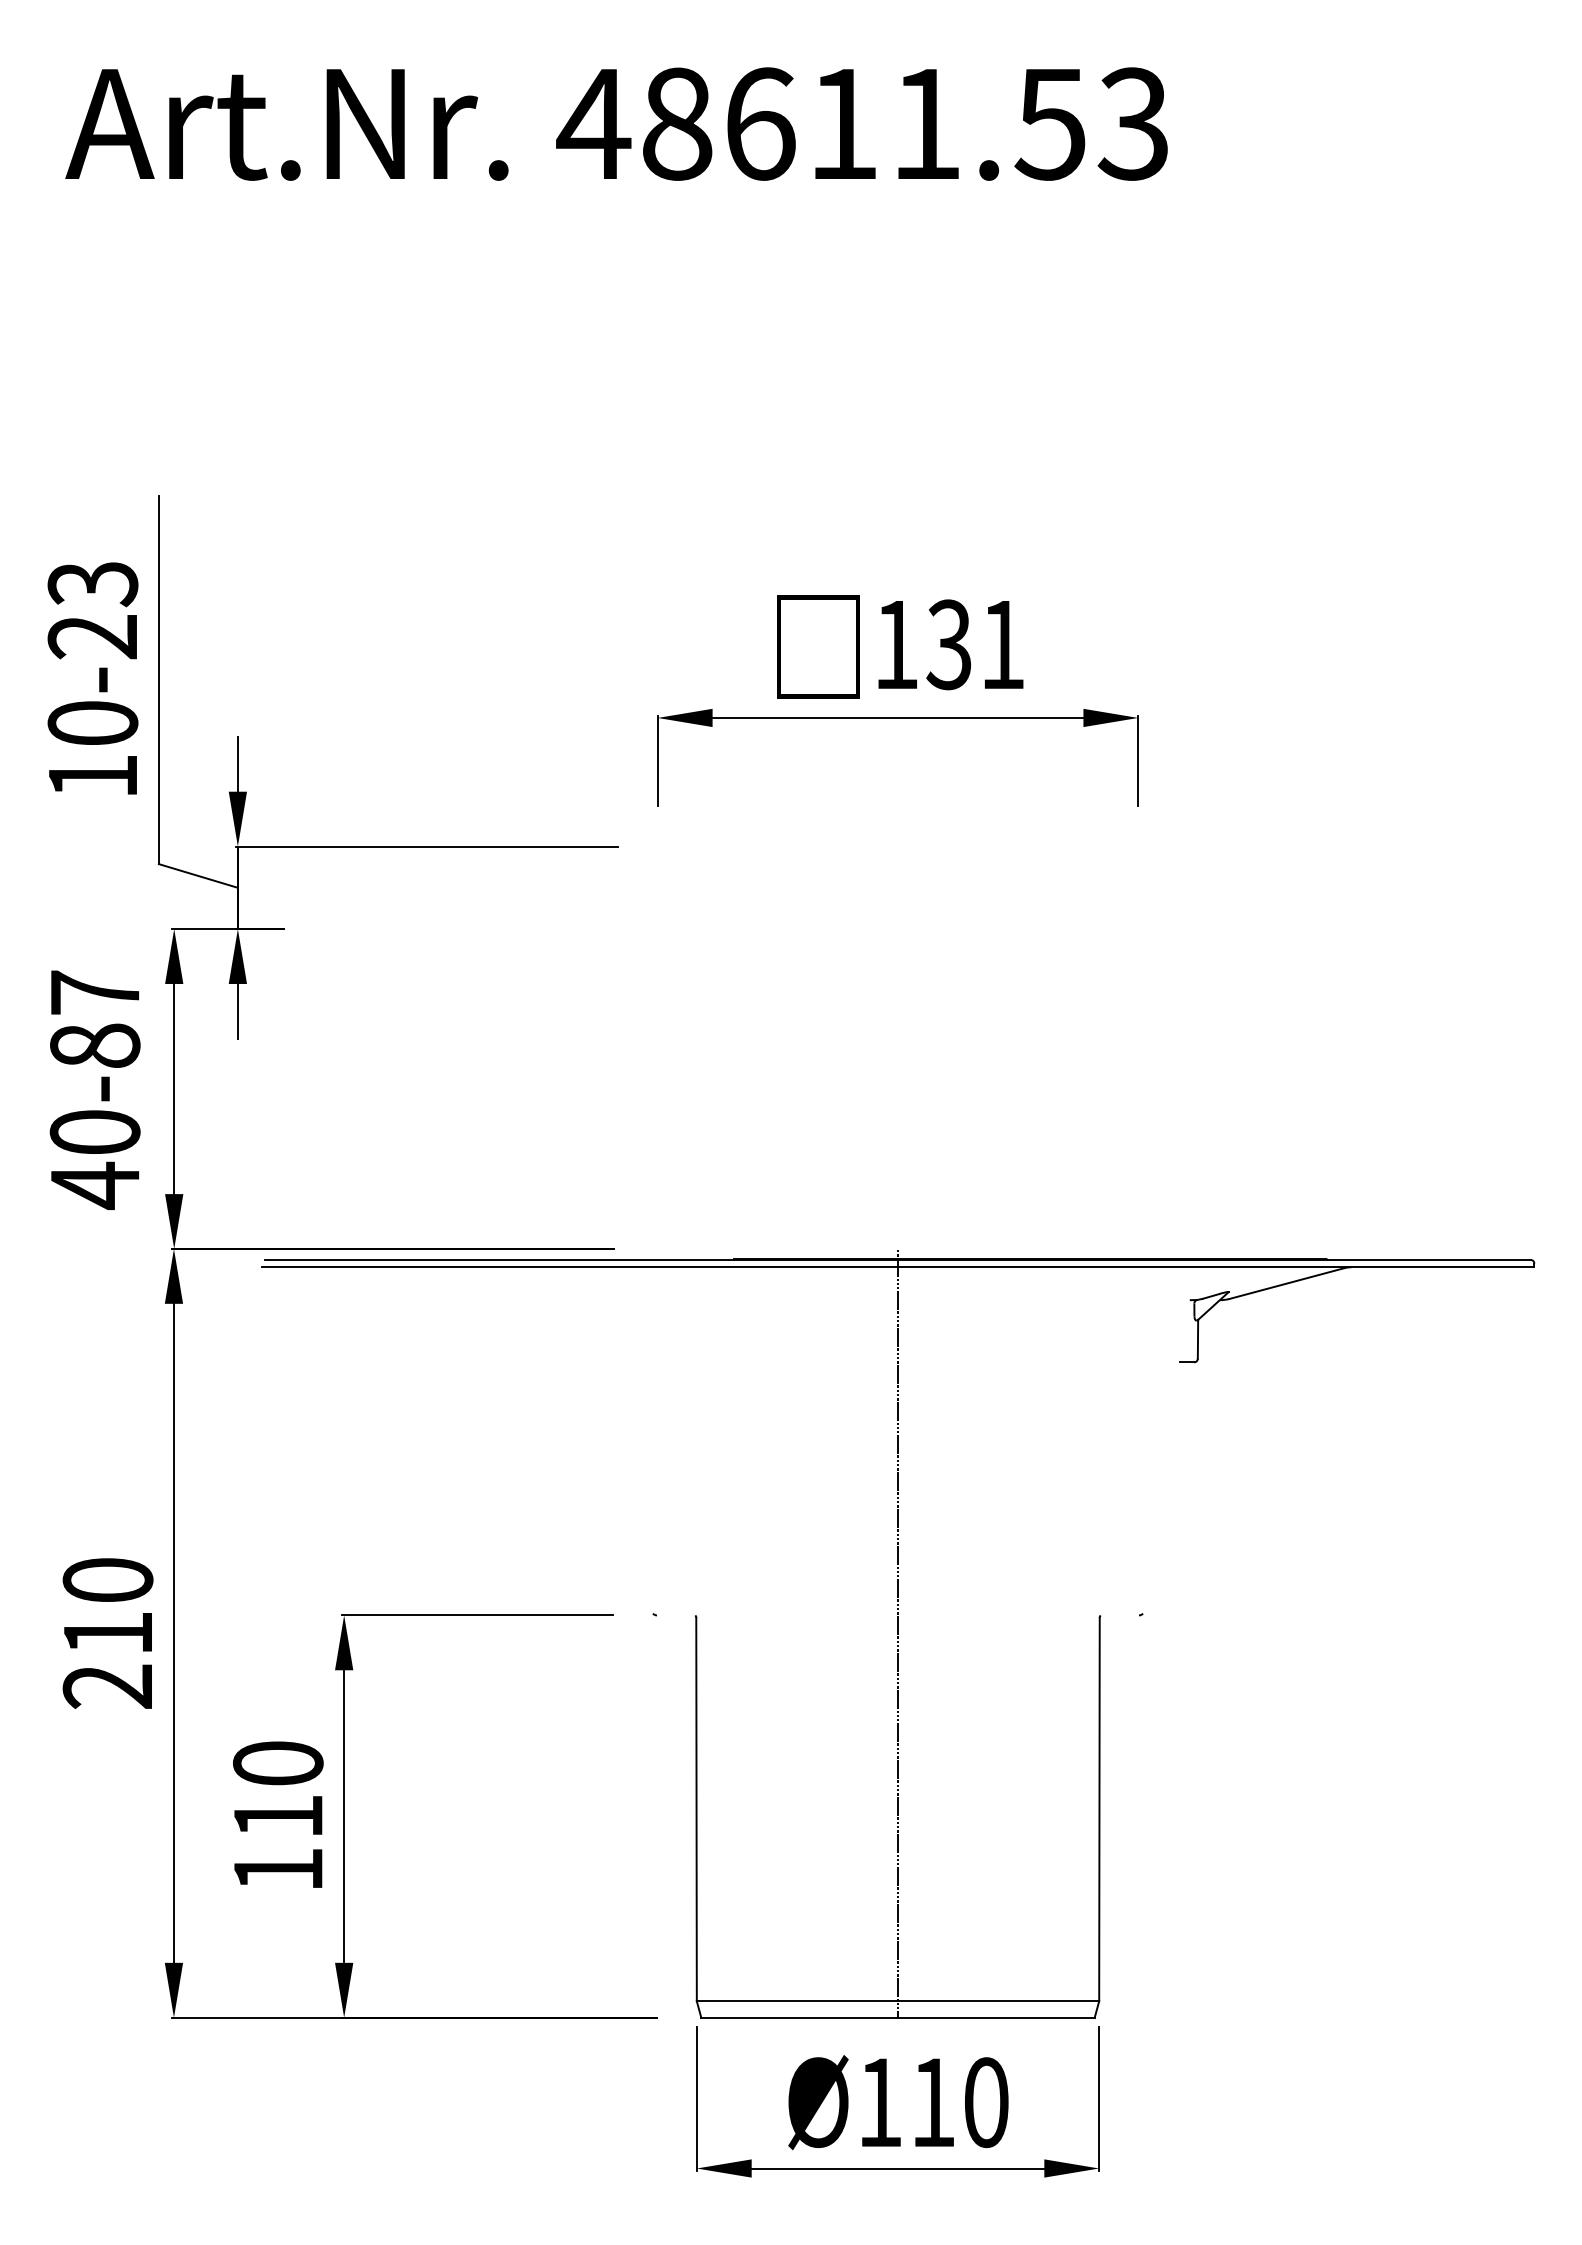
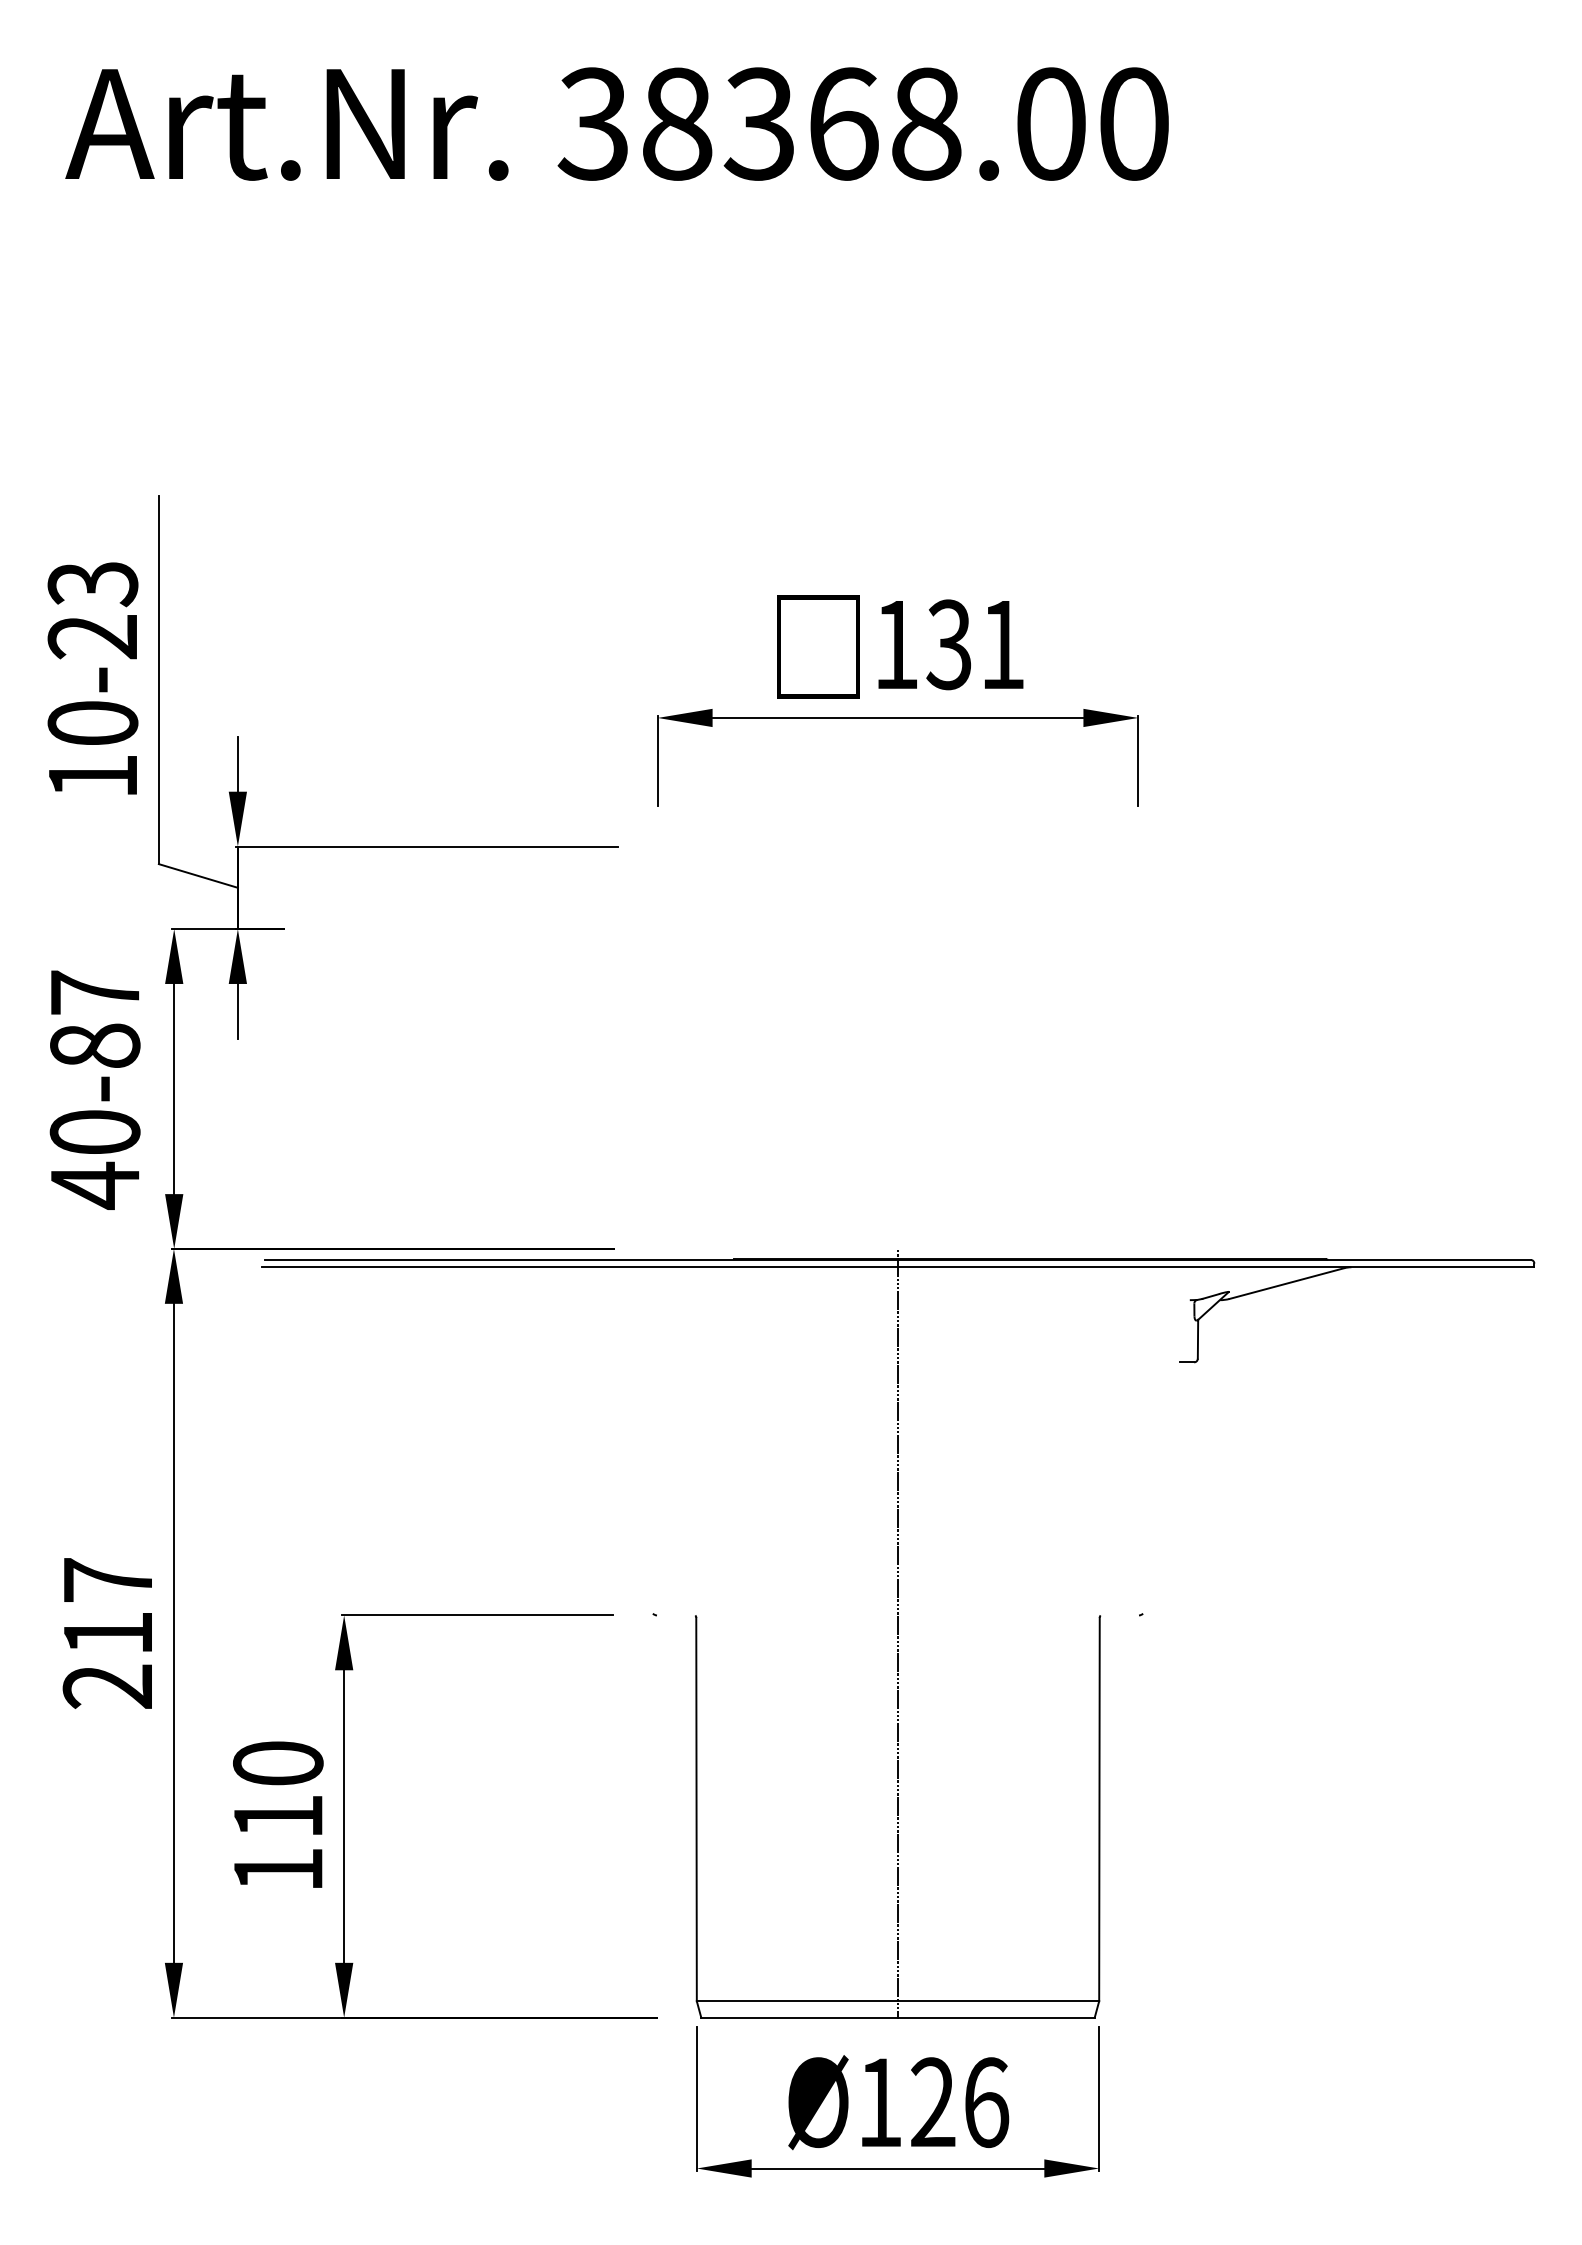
text at (862, 123): 48611.53 -> 38368.00
text at (107, 1579): 210 -> 217
text at (960, 2102): Ø110 -> Ø126
